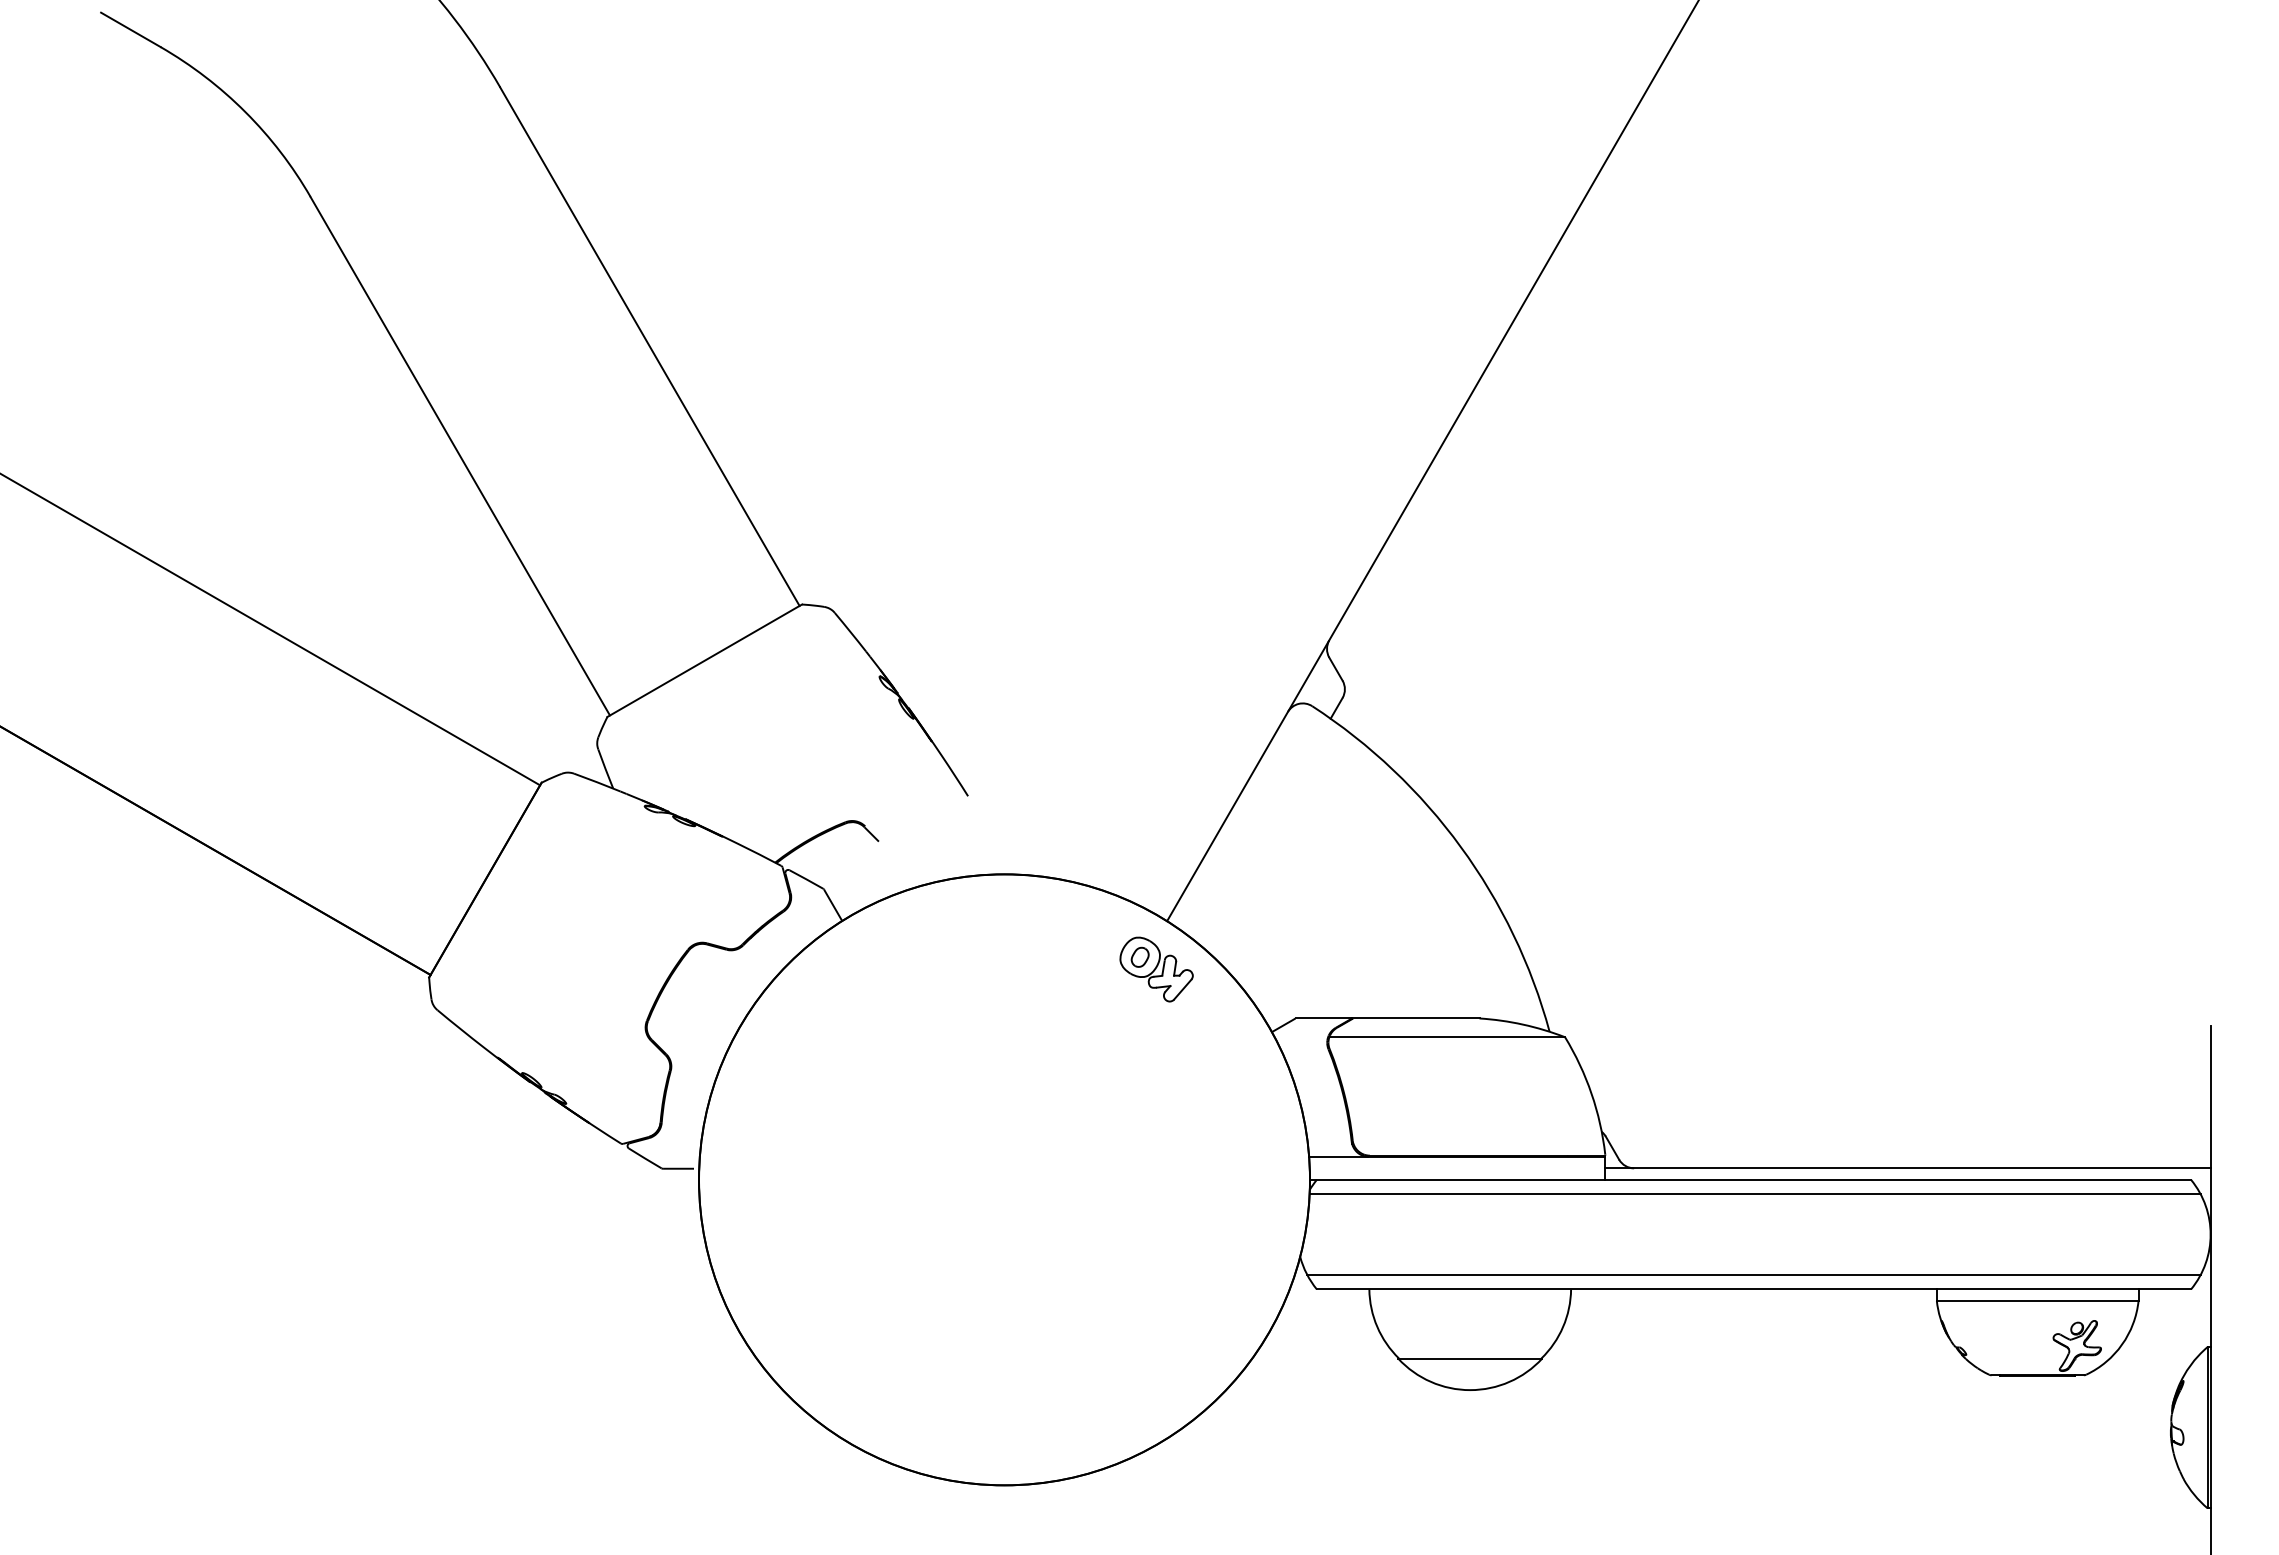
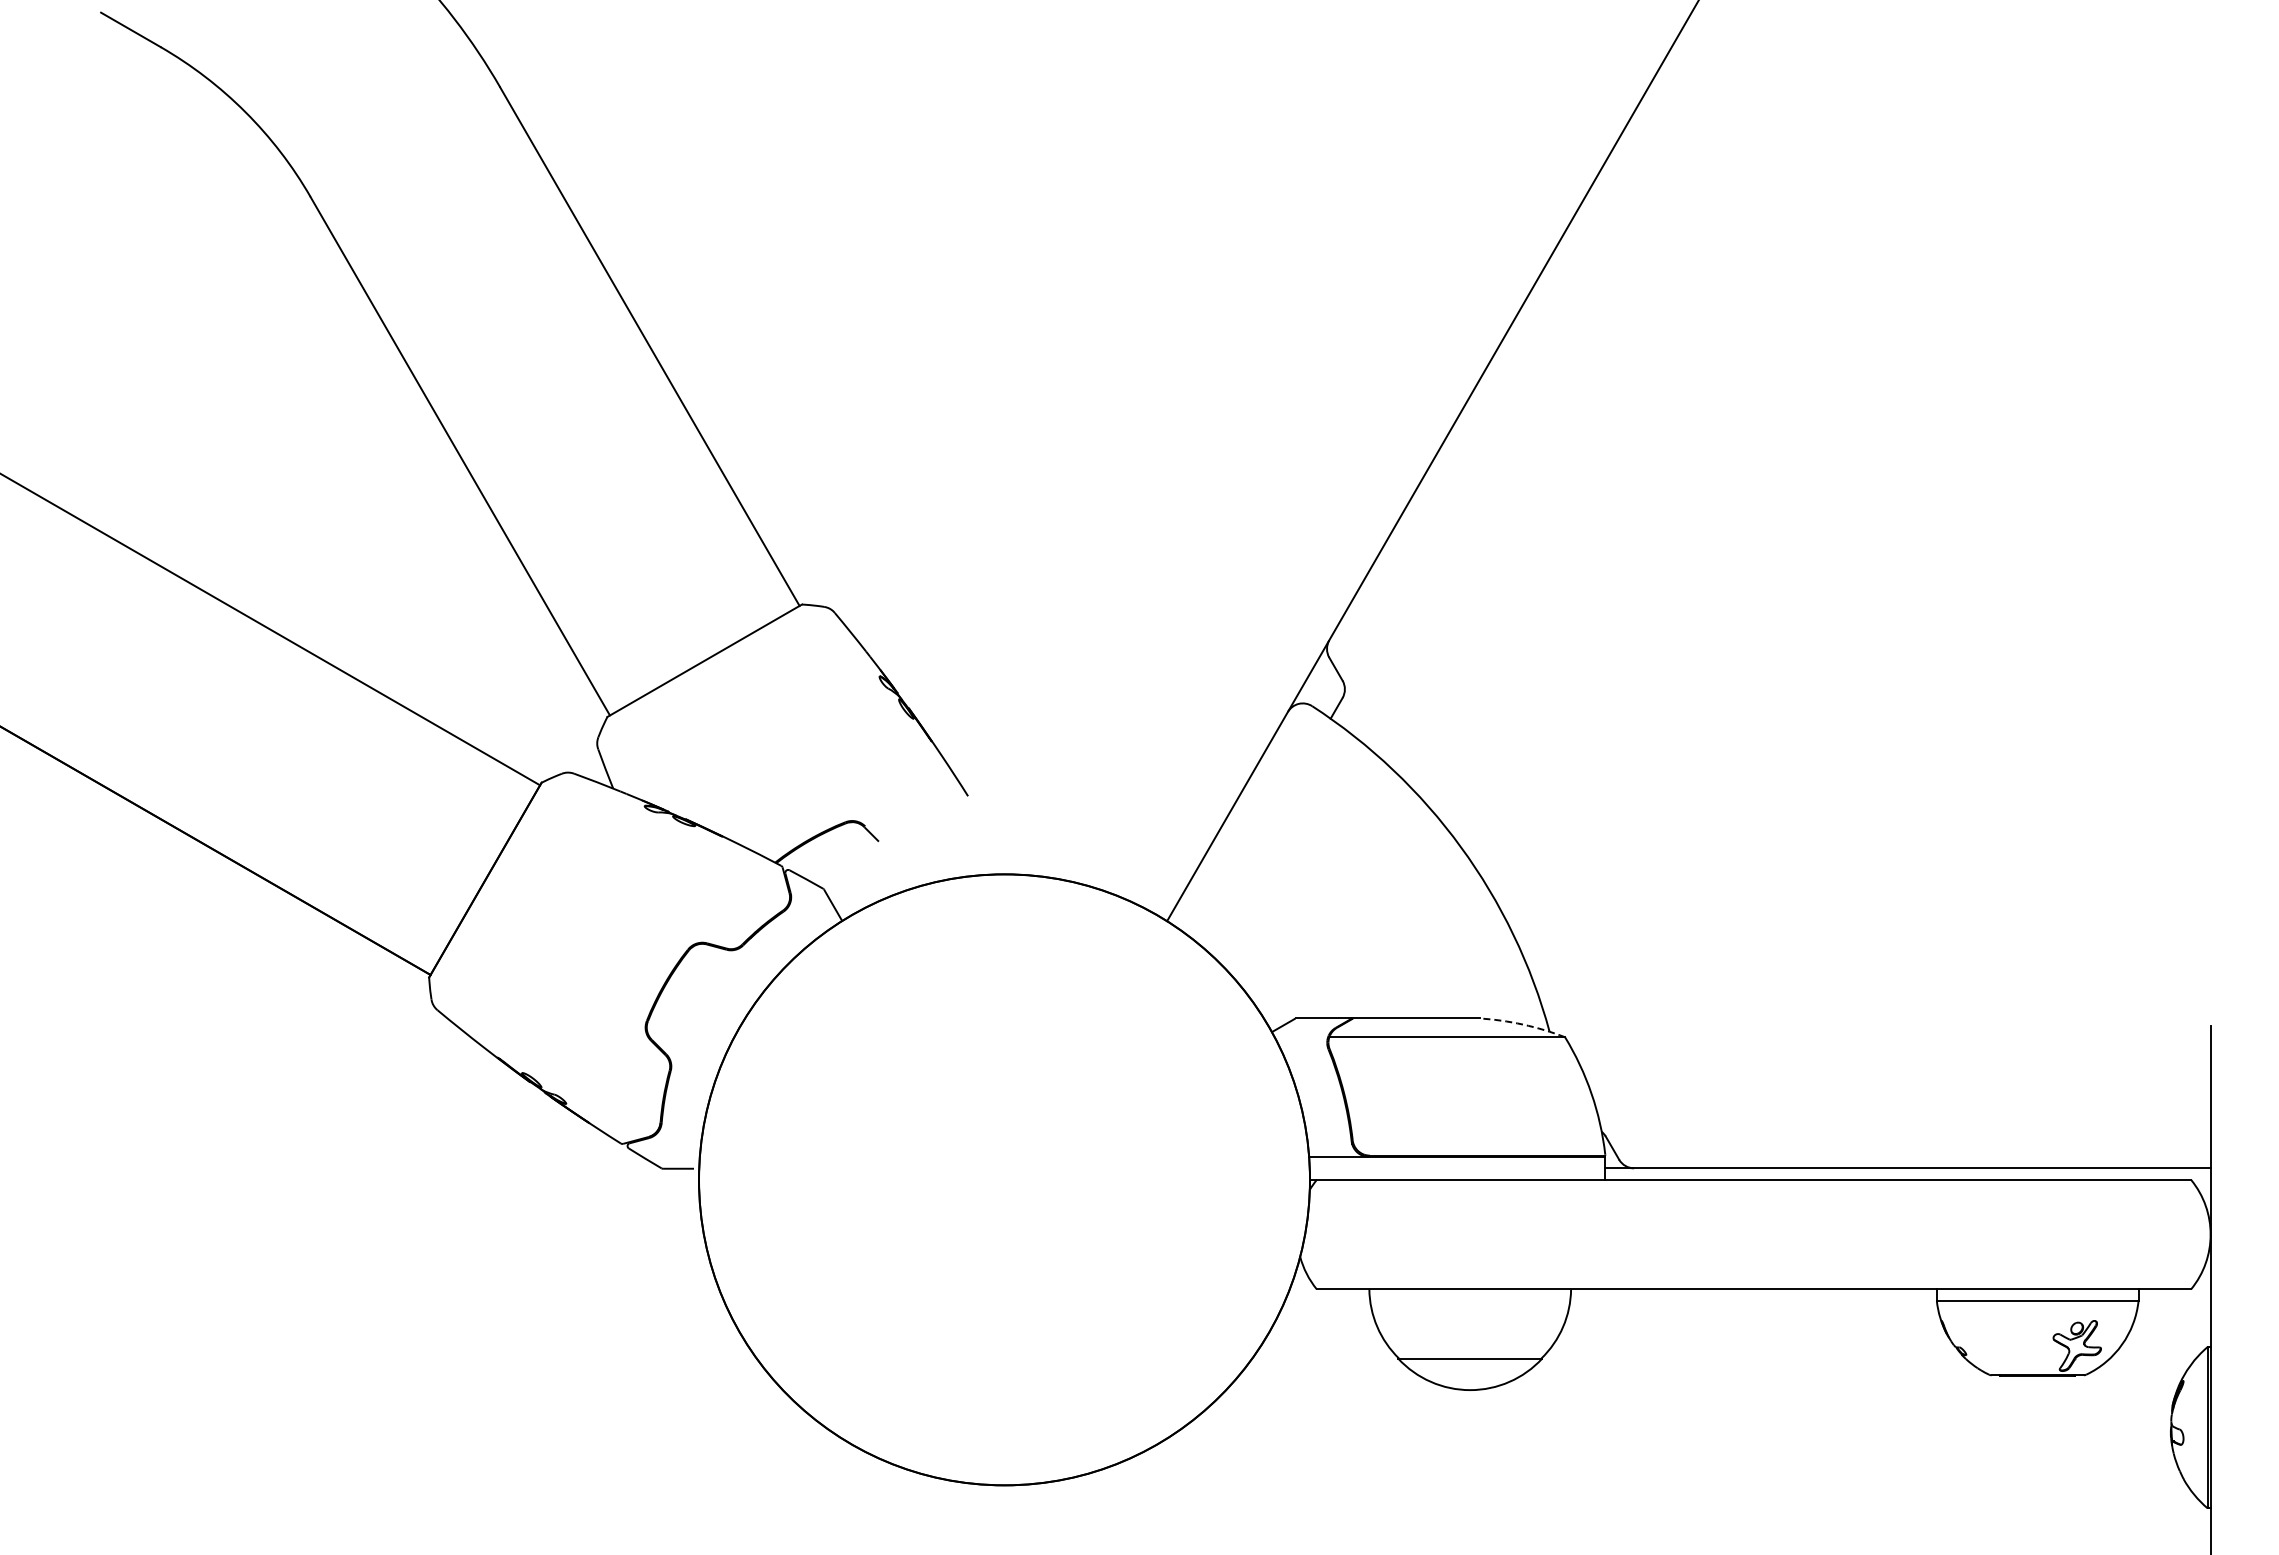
part at (1156, 969): present -> none
arc at (1522, 1024): solid -> dashed
line at (1754, 1194): present -> none
line at (1753, 1274): present -> none
